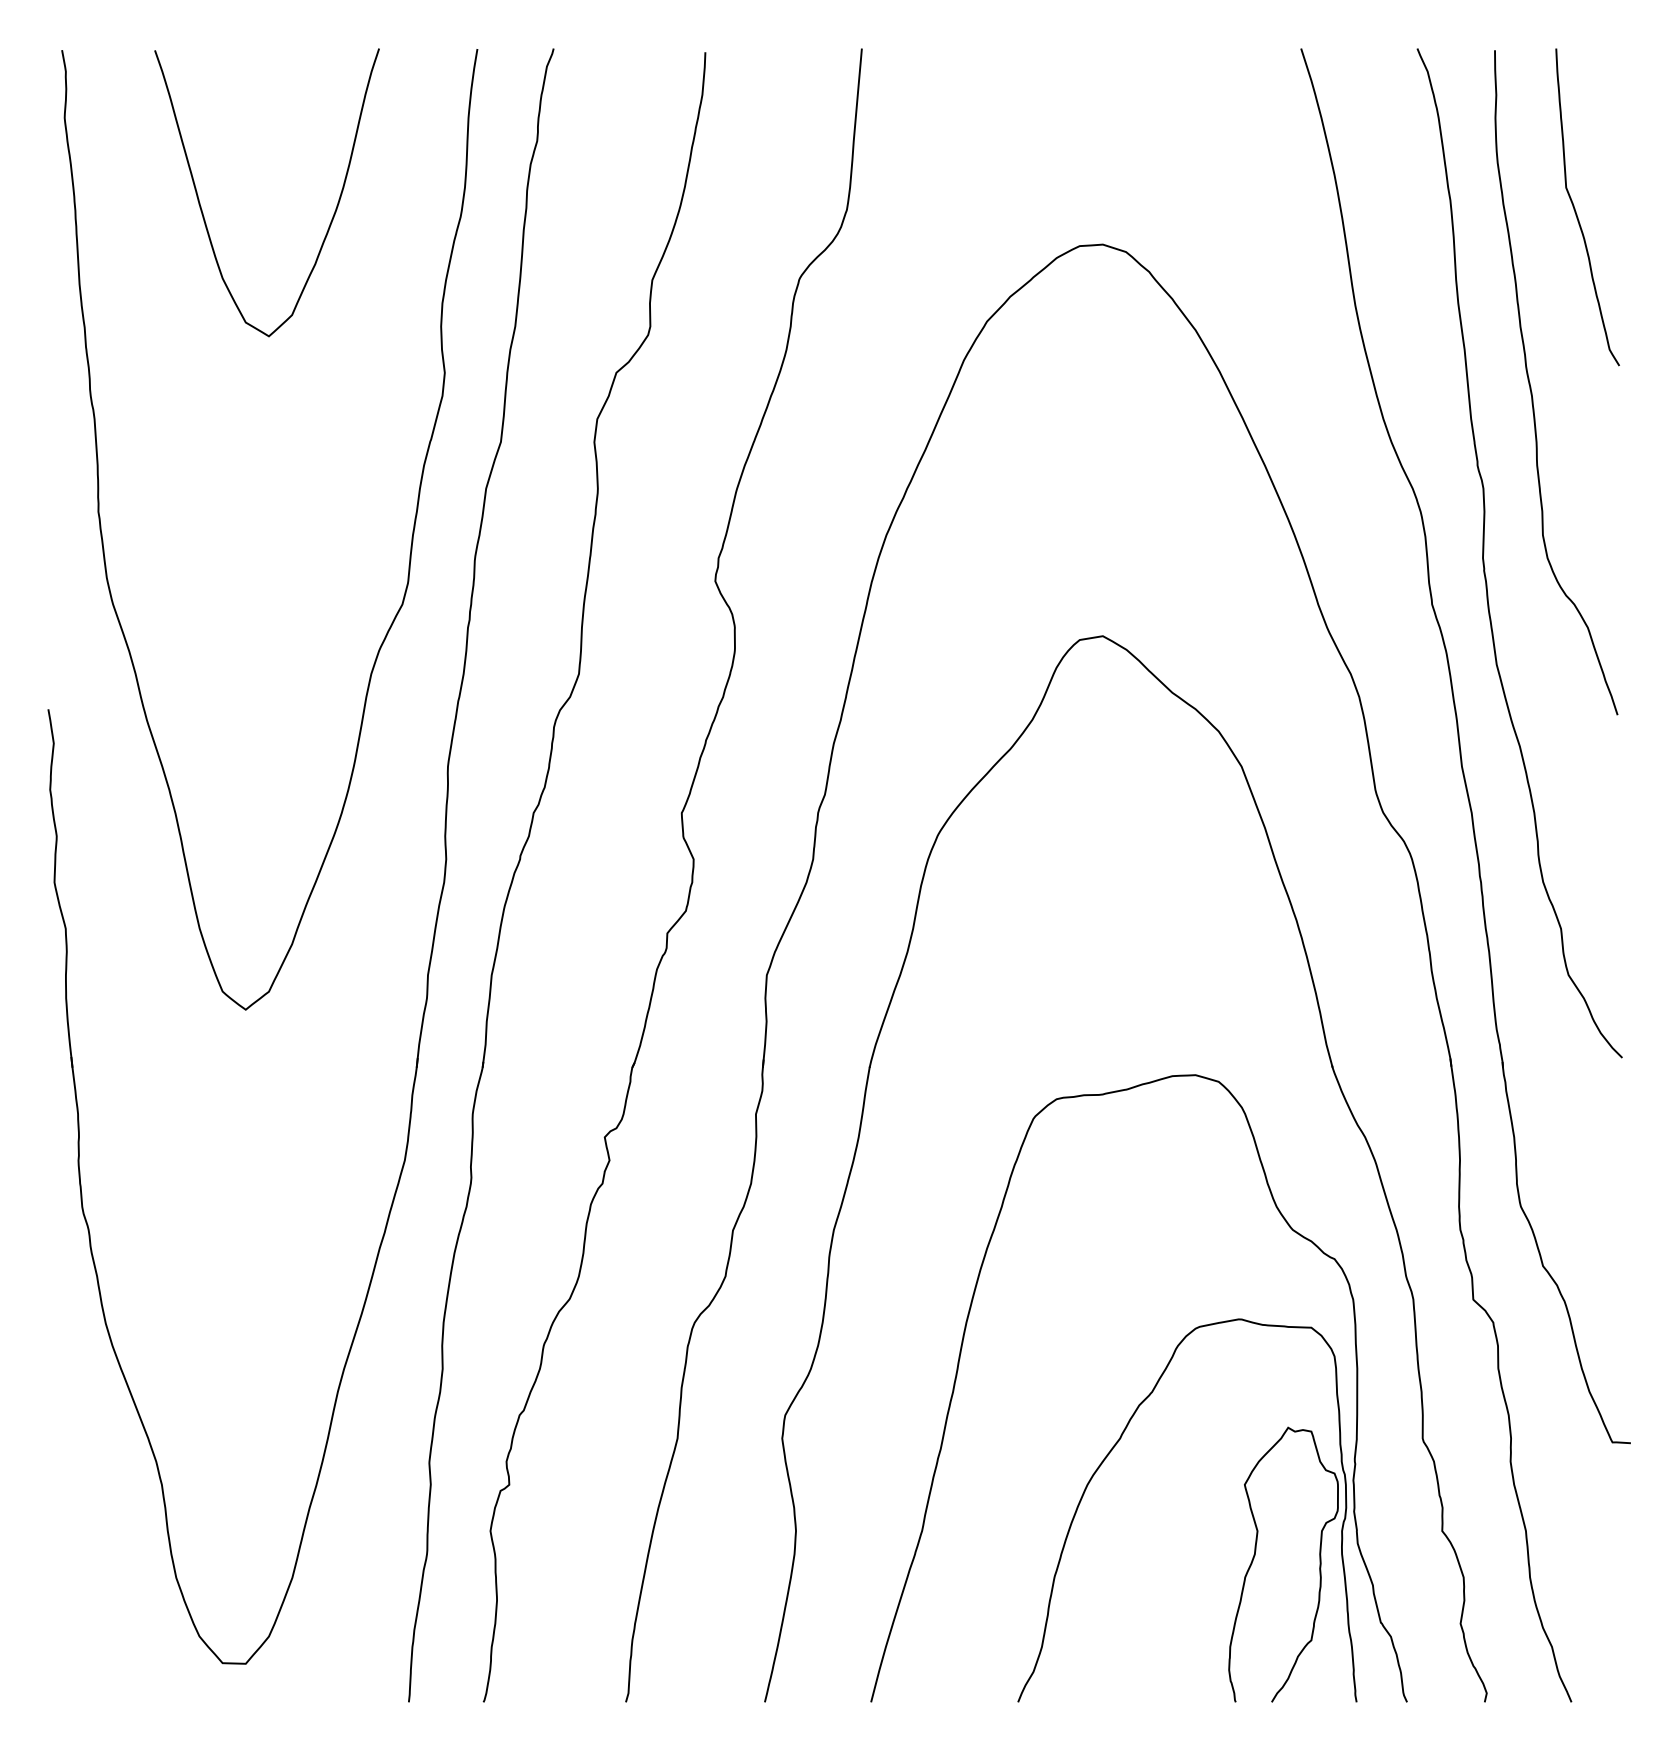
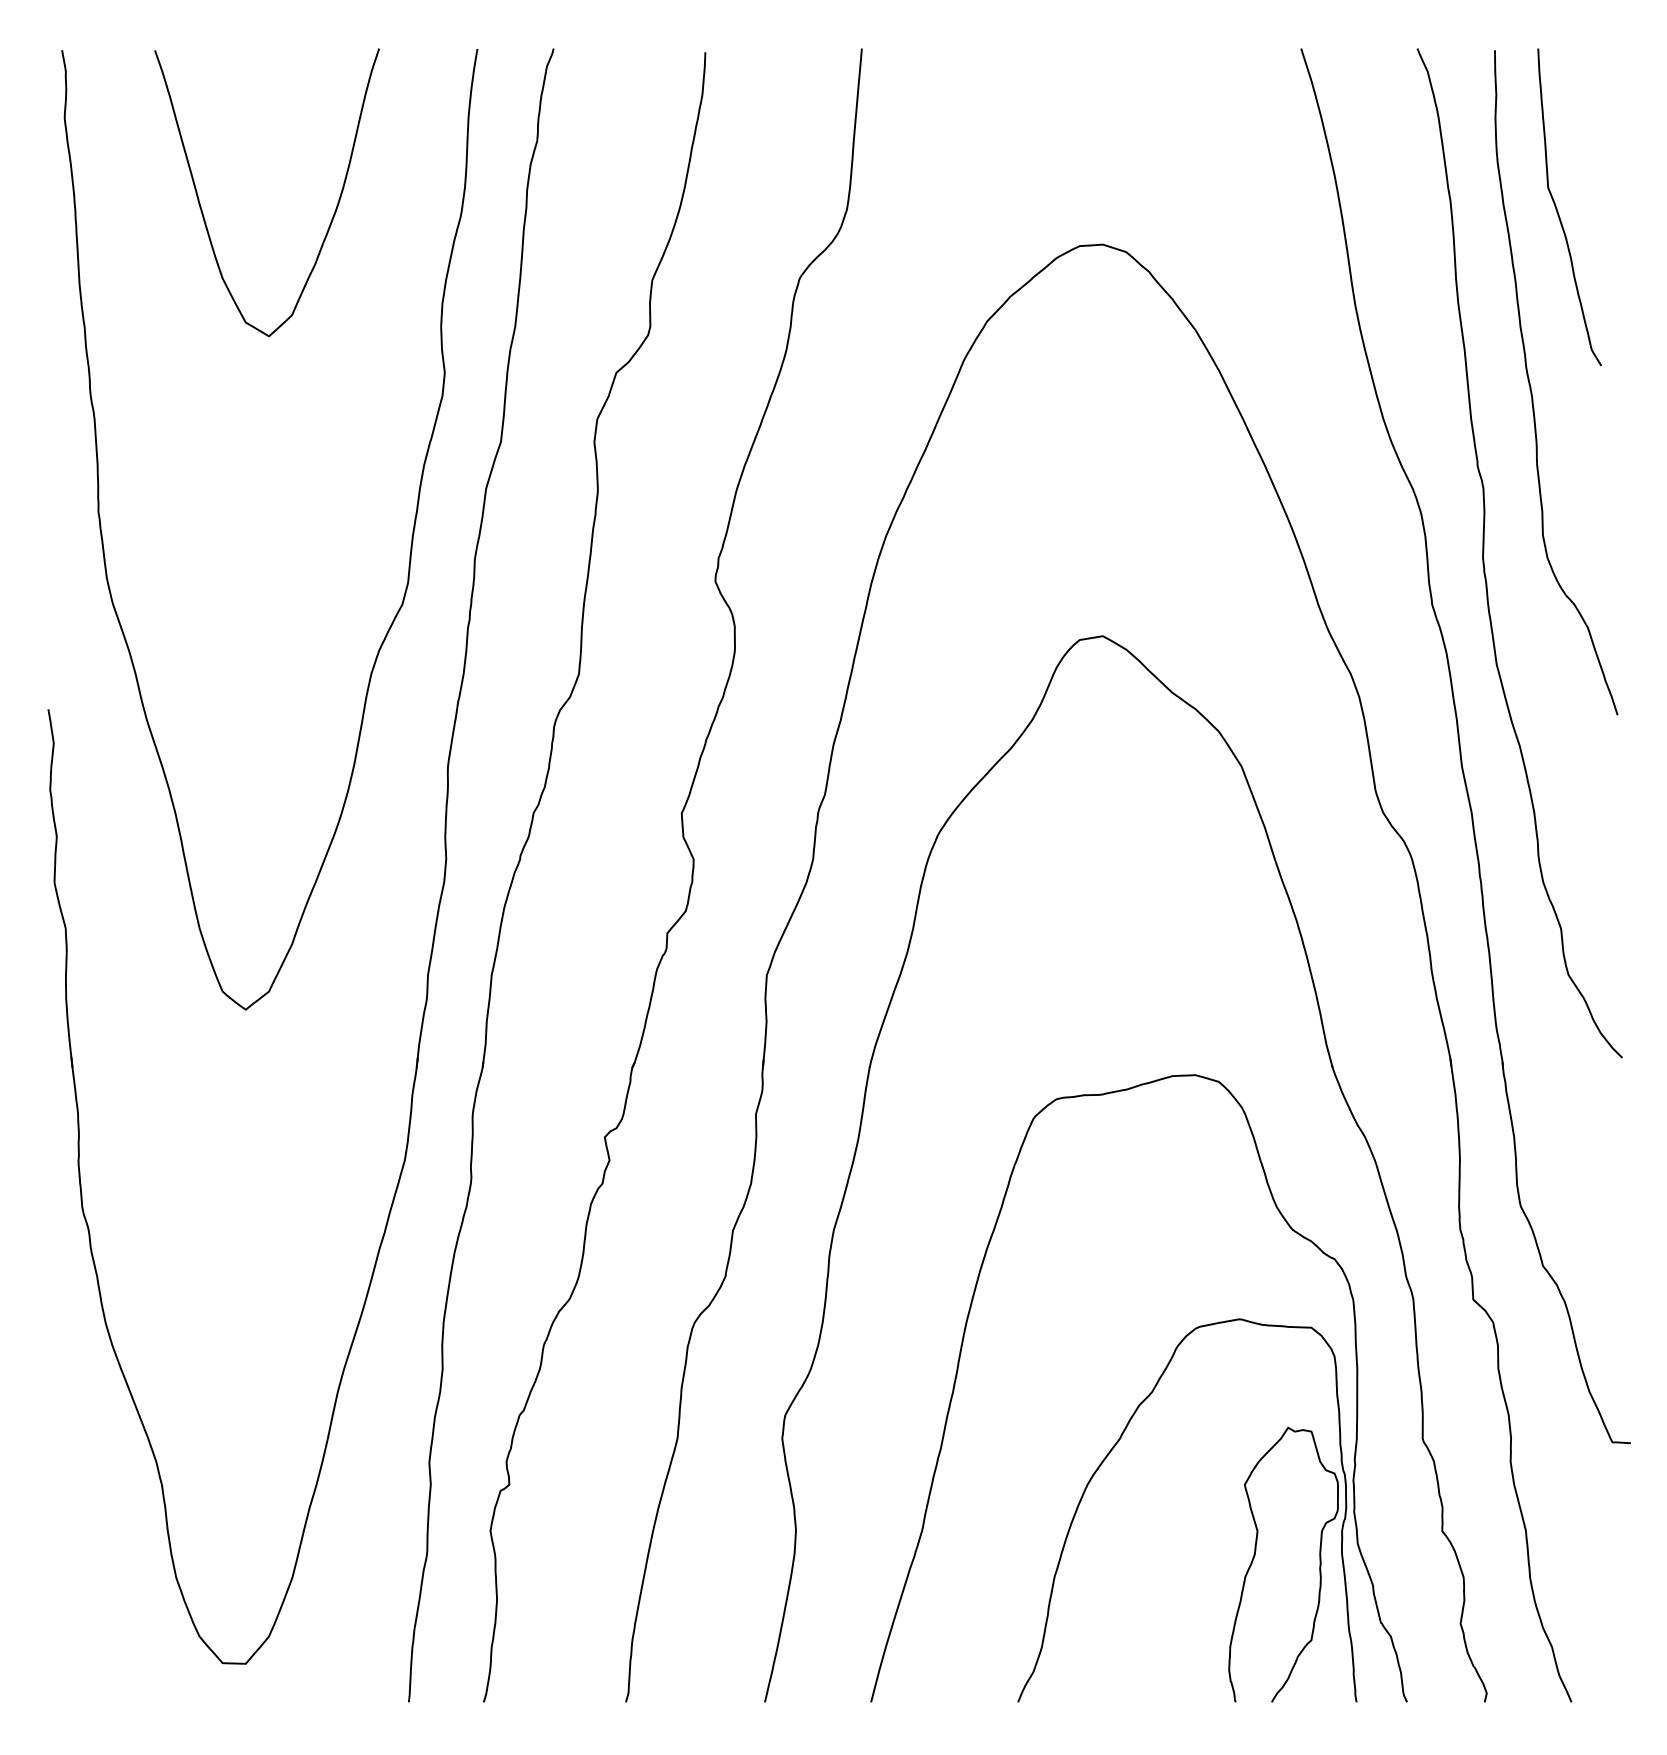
curve at (1576, 211) position: (1576, 211) -> (1558, 211)
